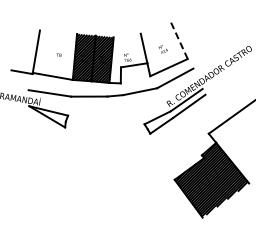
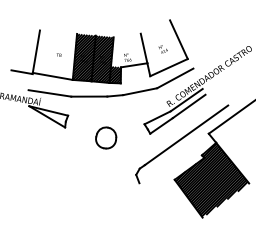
line at (178, 39): dashed -> solid
hatch at (115, 74): none -> present
part at (106, 137): none -> present
part at (182, 144): none -> present
